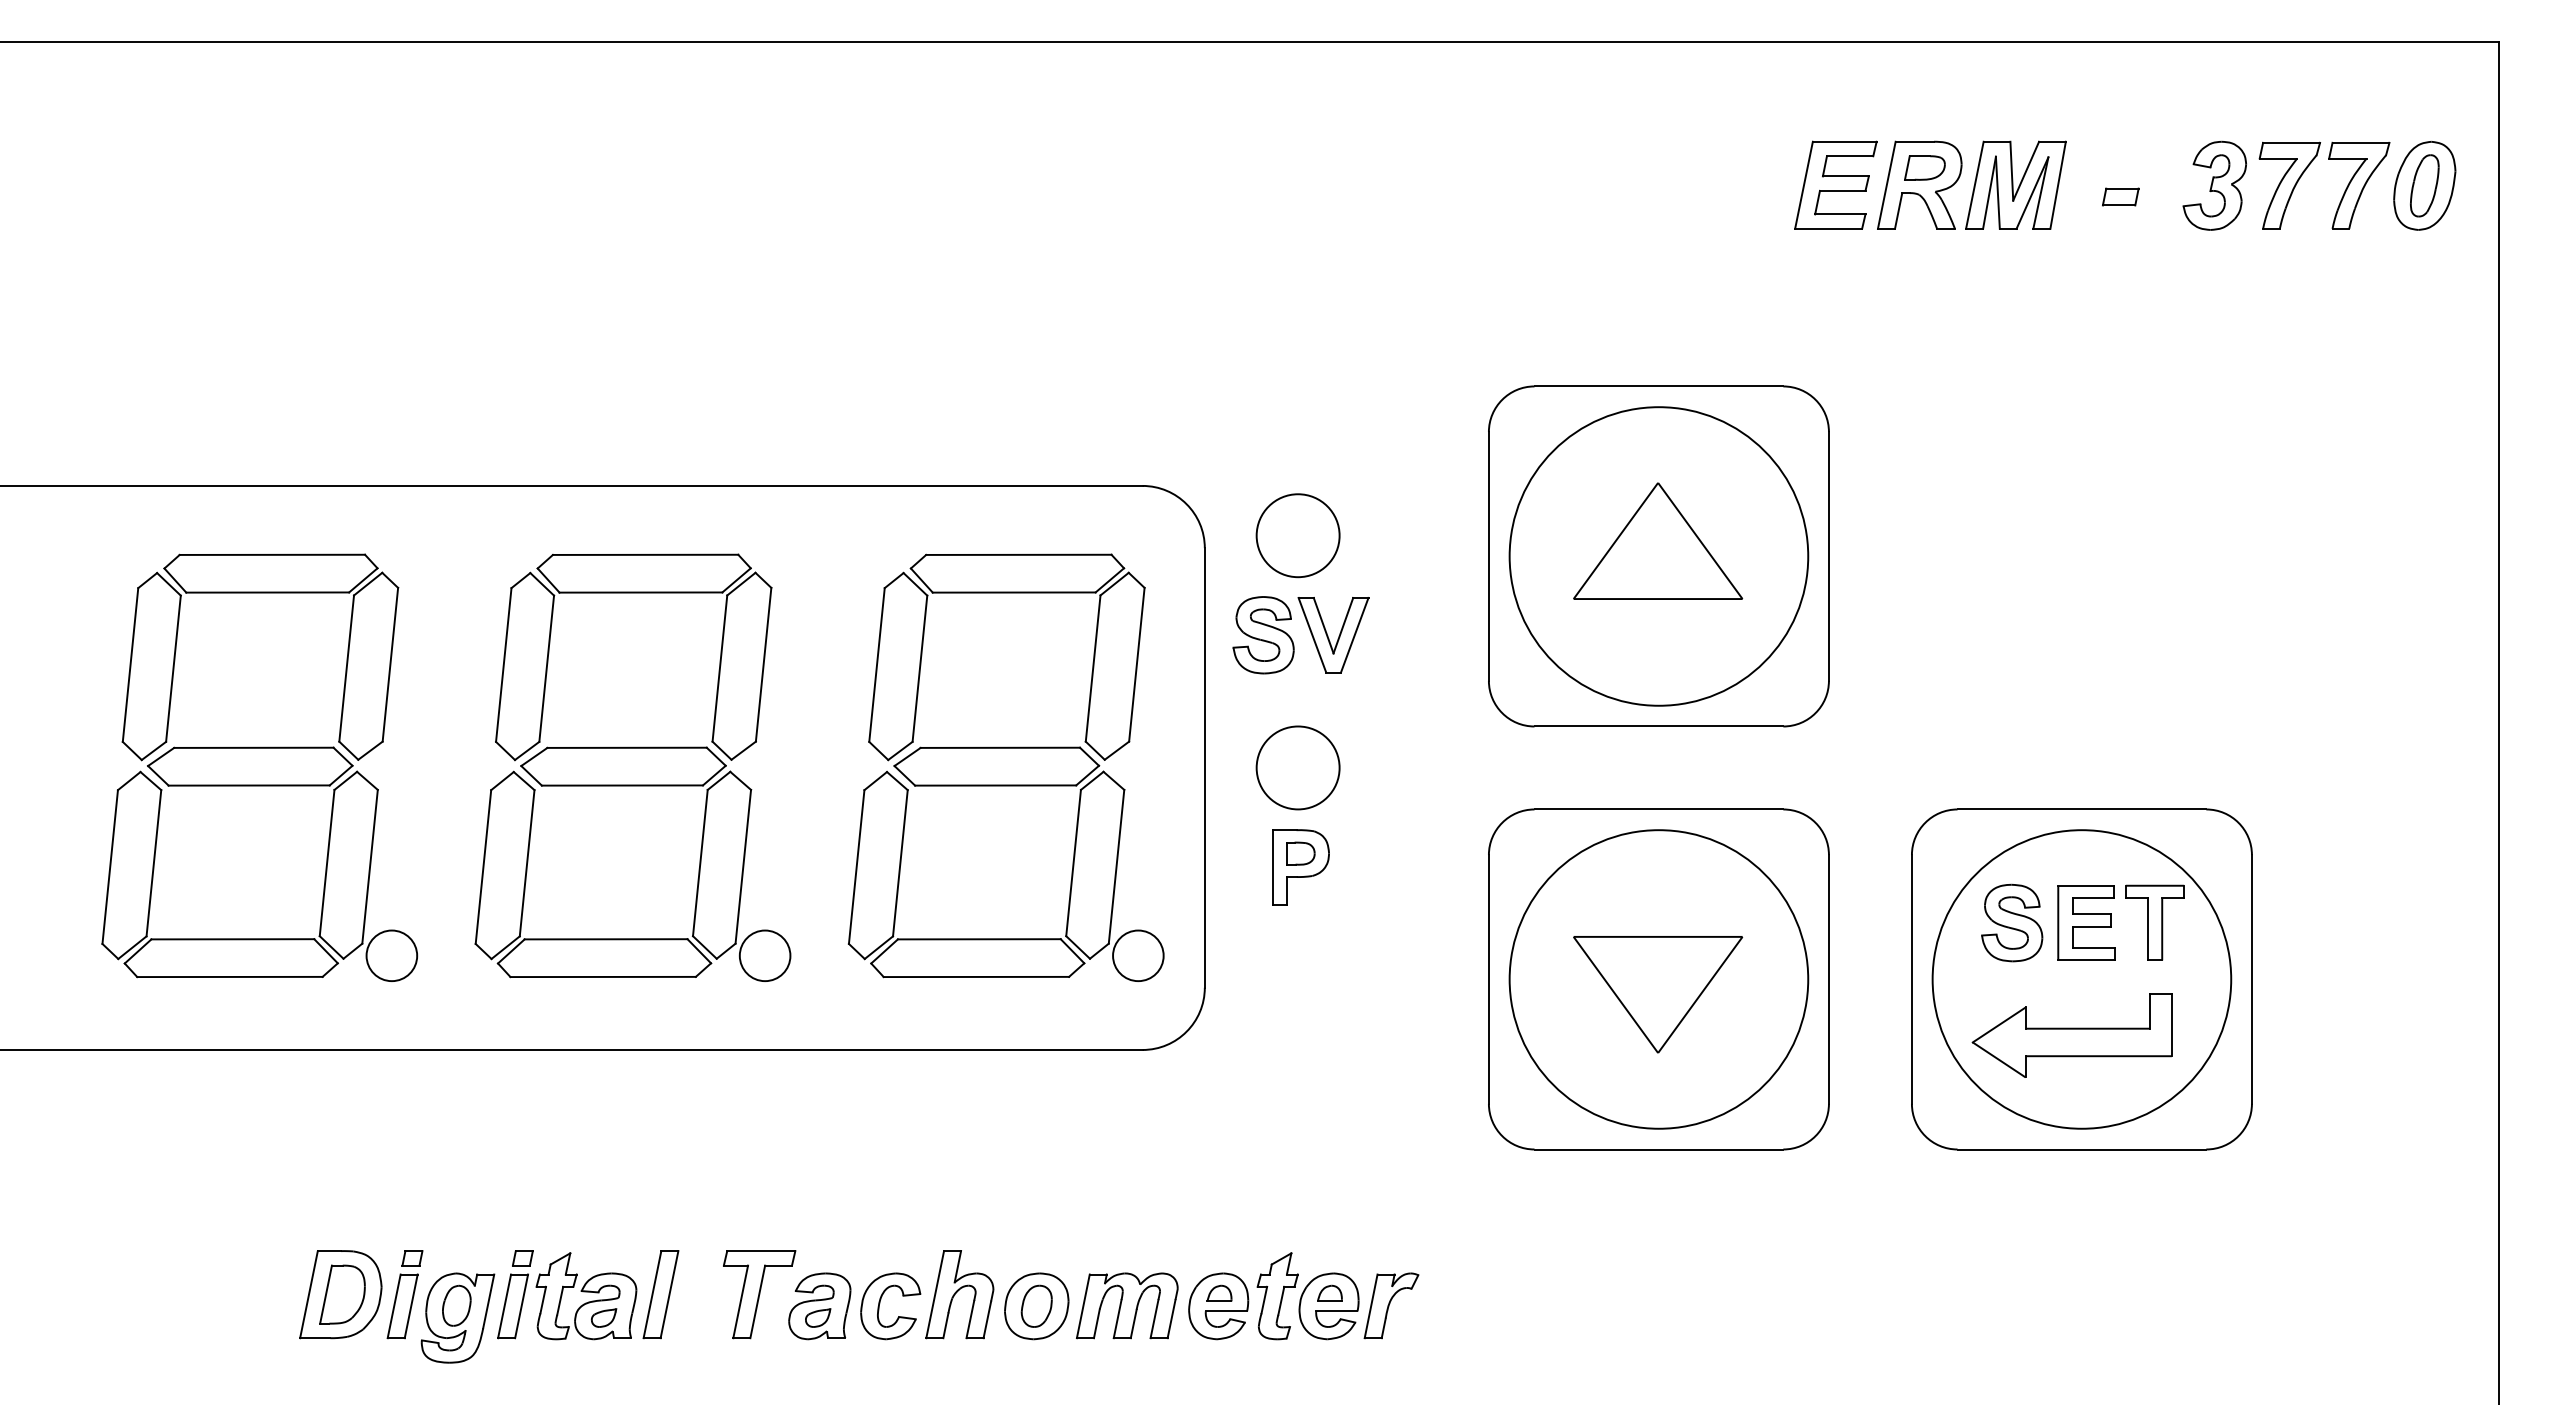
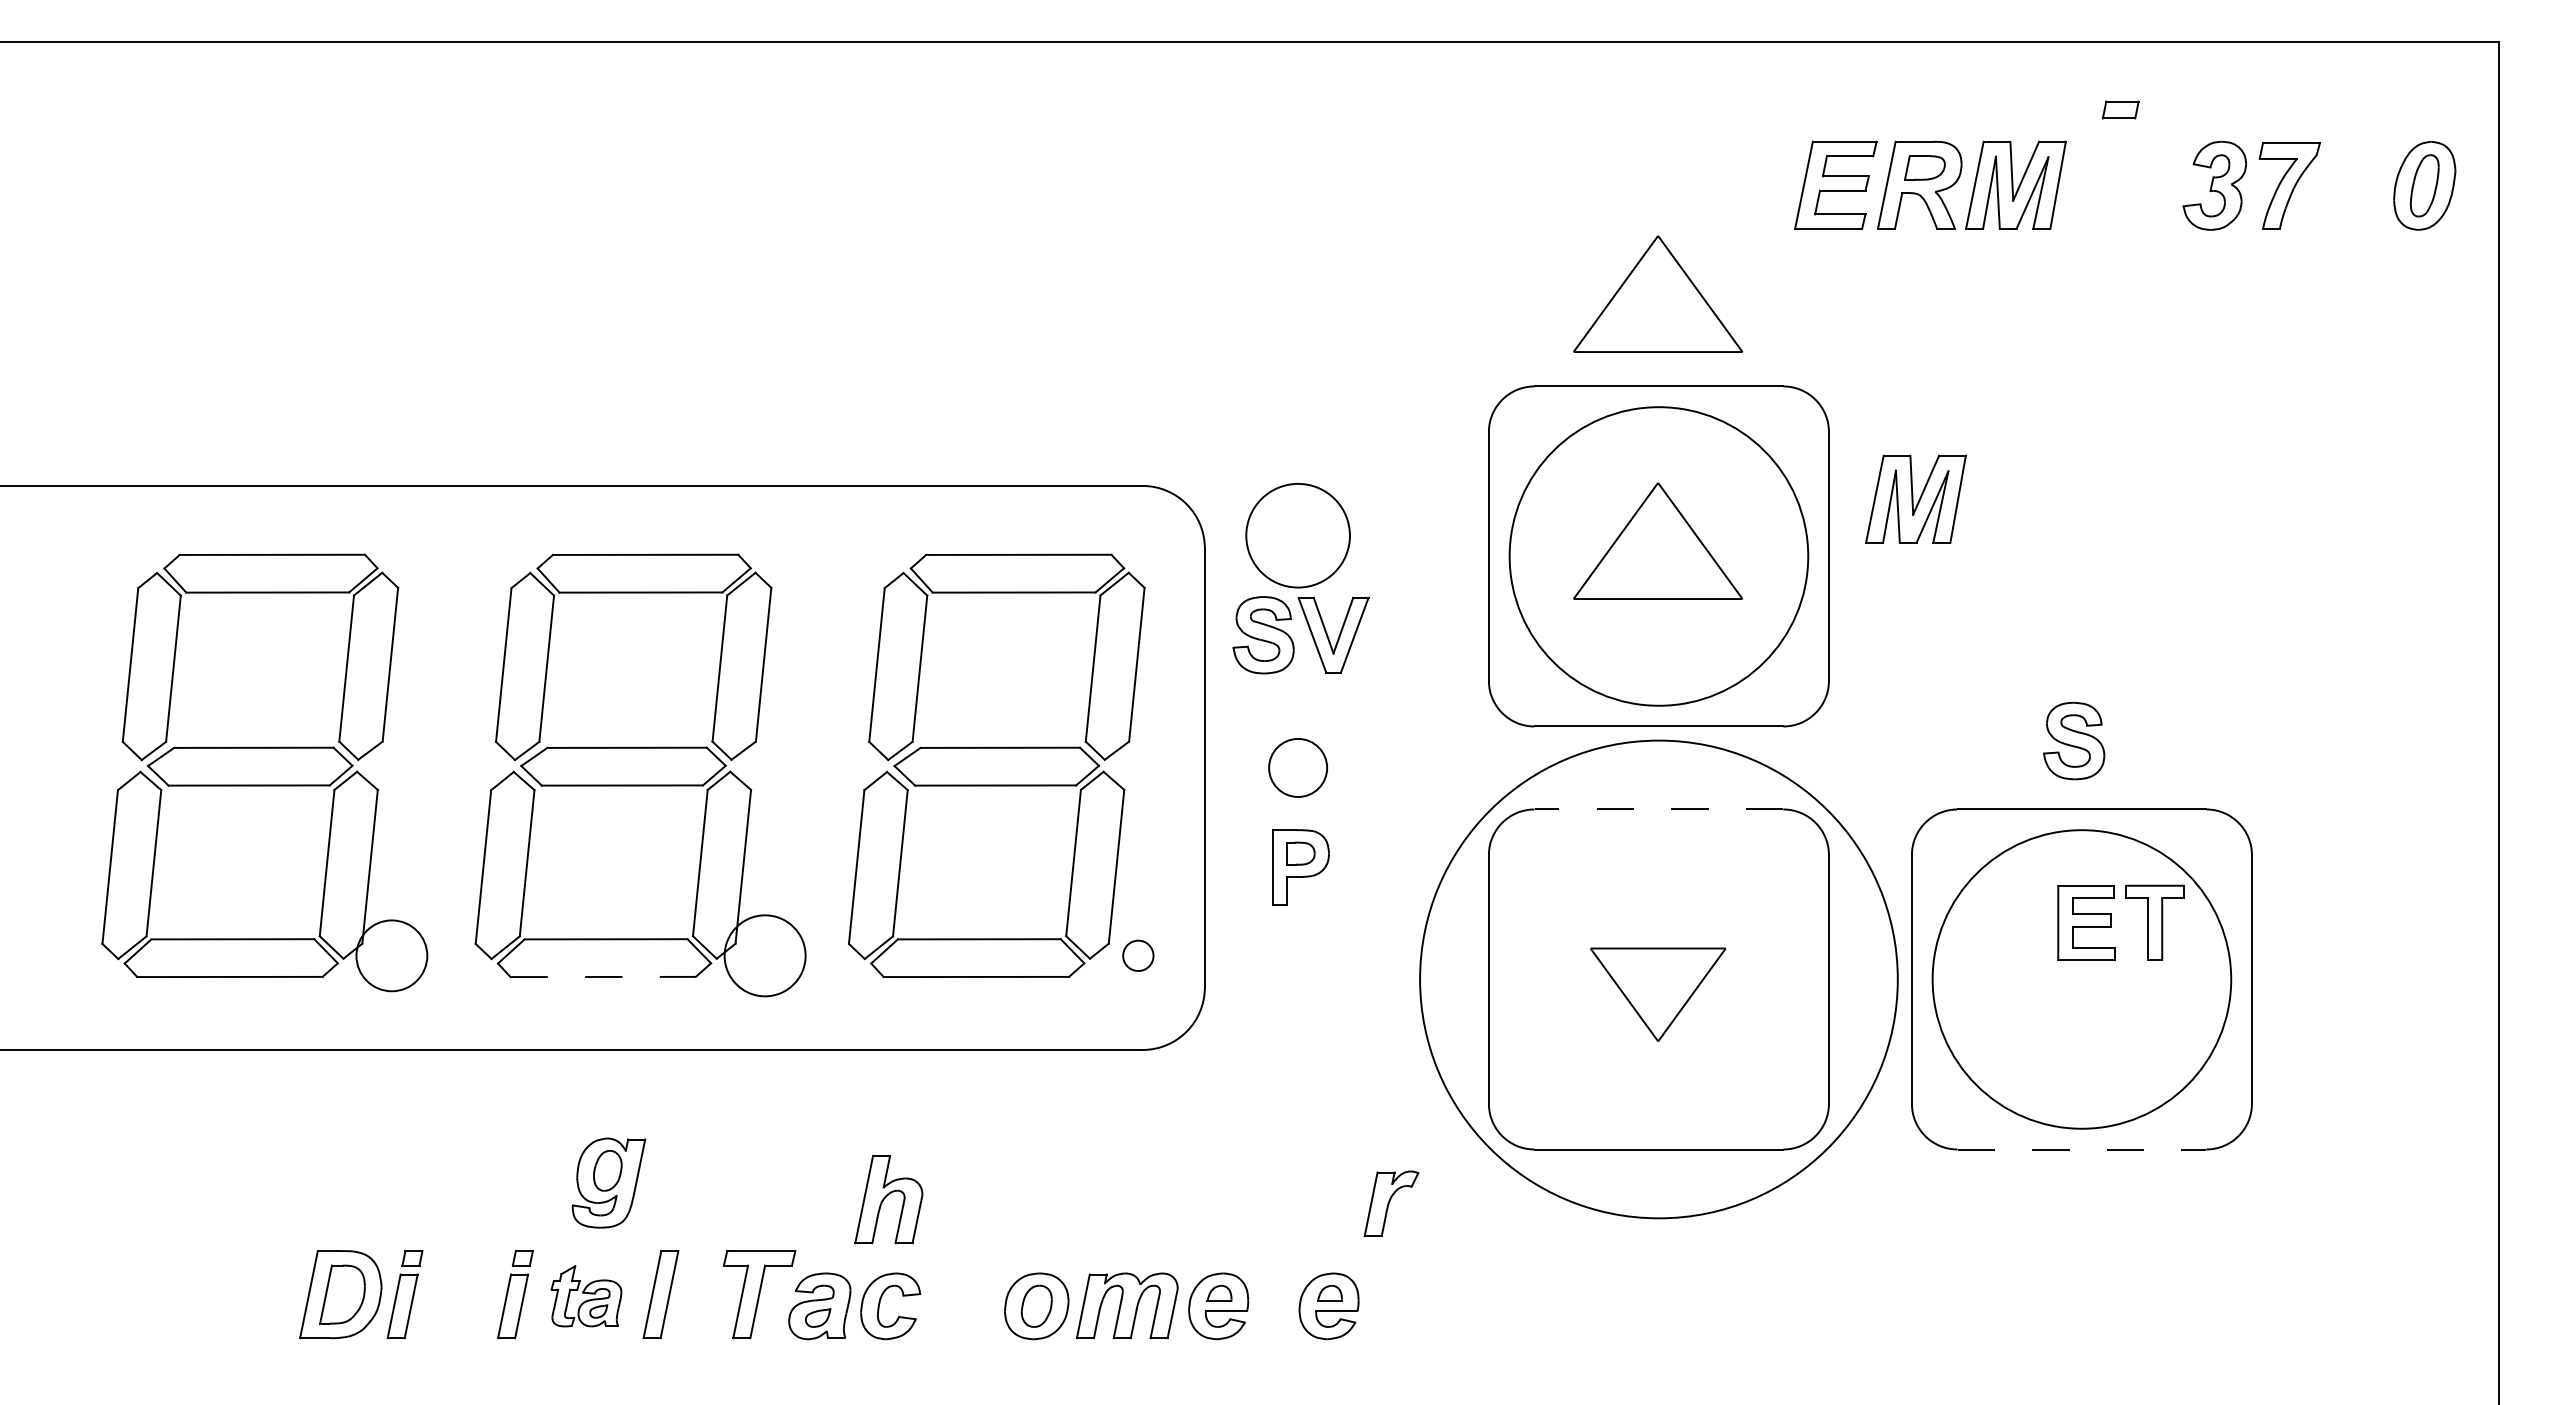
part at (2359, 185): present -> none
part at (2120, 196) position: (2120, 196) -> (2120, 109)
part at (1658, 293): none -> present
part at (1915, 498): none -> present
circle at (1297, 535) diameter: 83 px -> 104 px
circle at (1297, 767) diameter: 83 px -> 58 px
line at (1658, 809): solid -> dashed
part at (2012, 922) position: (2012, 922) -> (2074, 740)
circle at (391, 955) diameter: 51 px -> 71 px
circle at (764, 955) diameter: 51 px -> 81 px
circle at (1138, 955) diameter: 51 px -> 30 px
line at (603, 976): solid -> dashed
circle at (1658, 979) diameter: 299 px -> 478 px
part at (1658, 994) size: 171x118 px -> 137x95 px
part at (2071, 1035): present -> none
line at (2082, 1149): solid -> dashed
part at (959, 1294) position: (959, 1294) -> (888, 1199)
part at (586, 1296) size: 103x89 px -> 73x63 px
part at (1277, 1296): present -> none
part at (1391, 1305) position: (1391, 1305) -> (1391, 1203)
part at (457, 1317) position: (457, 1317) -> (608, 1182)
